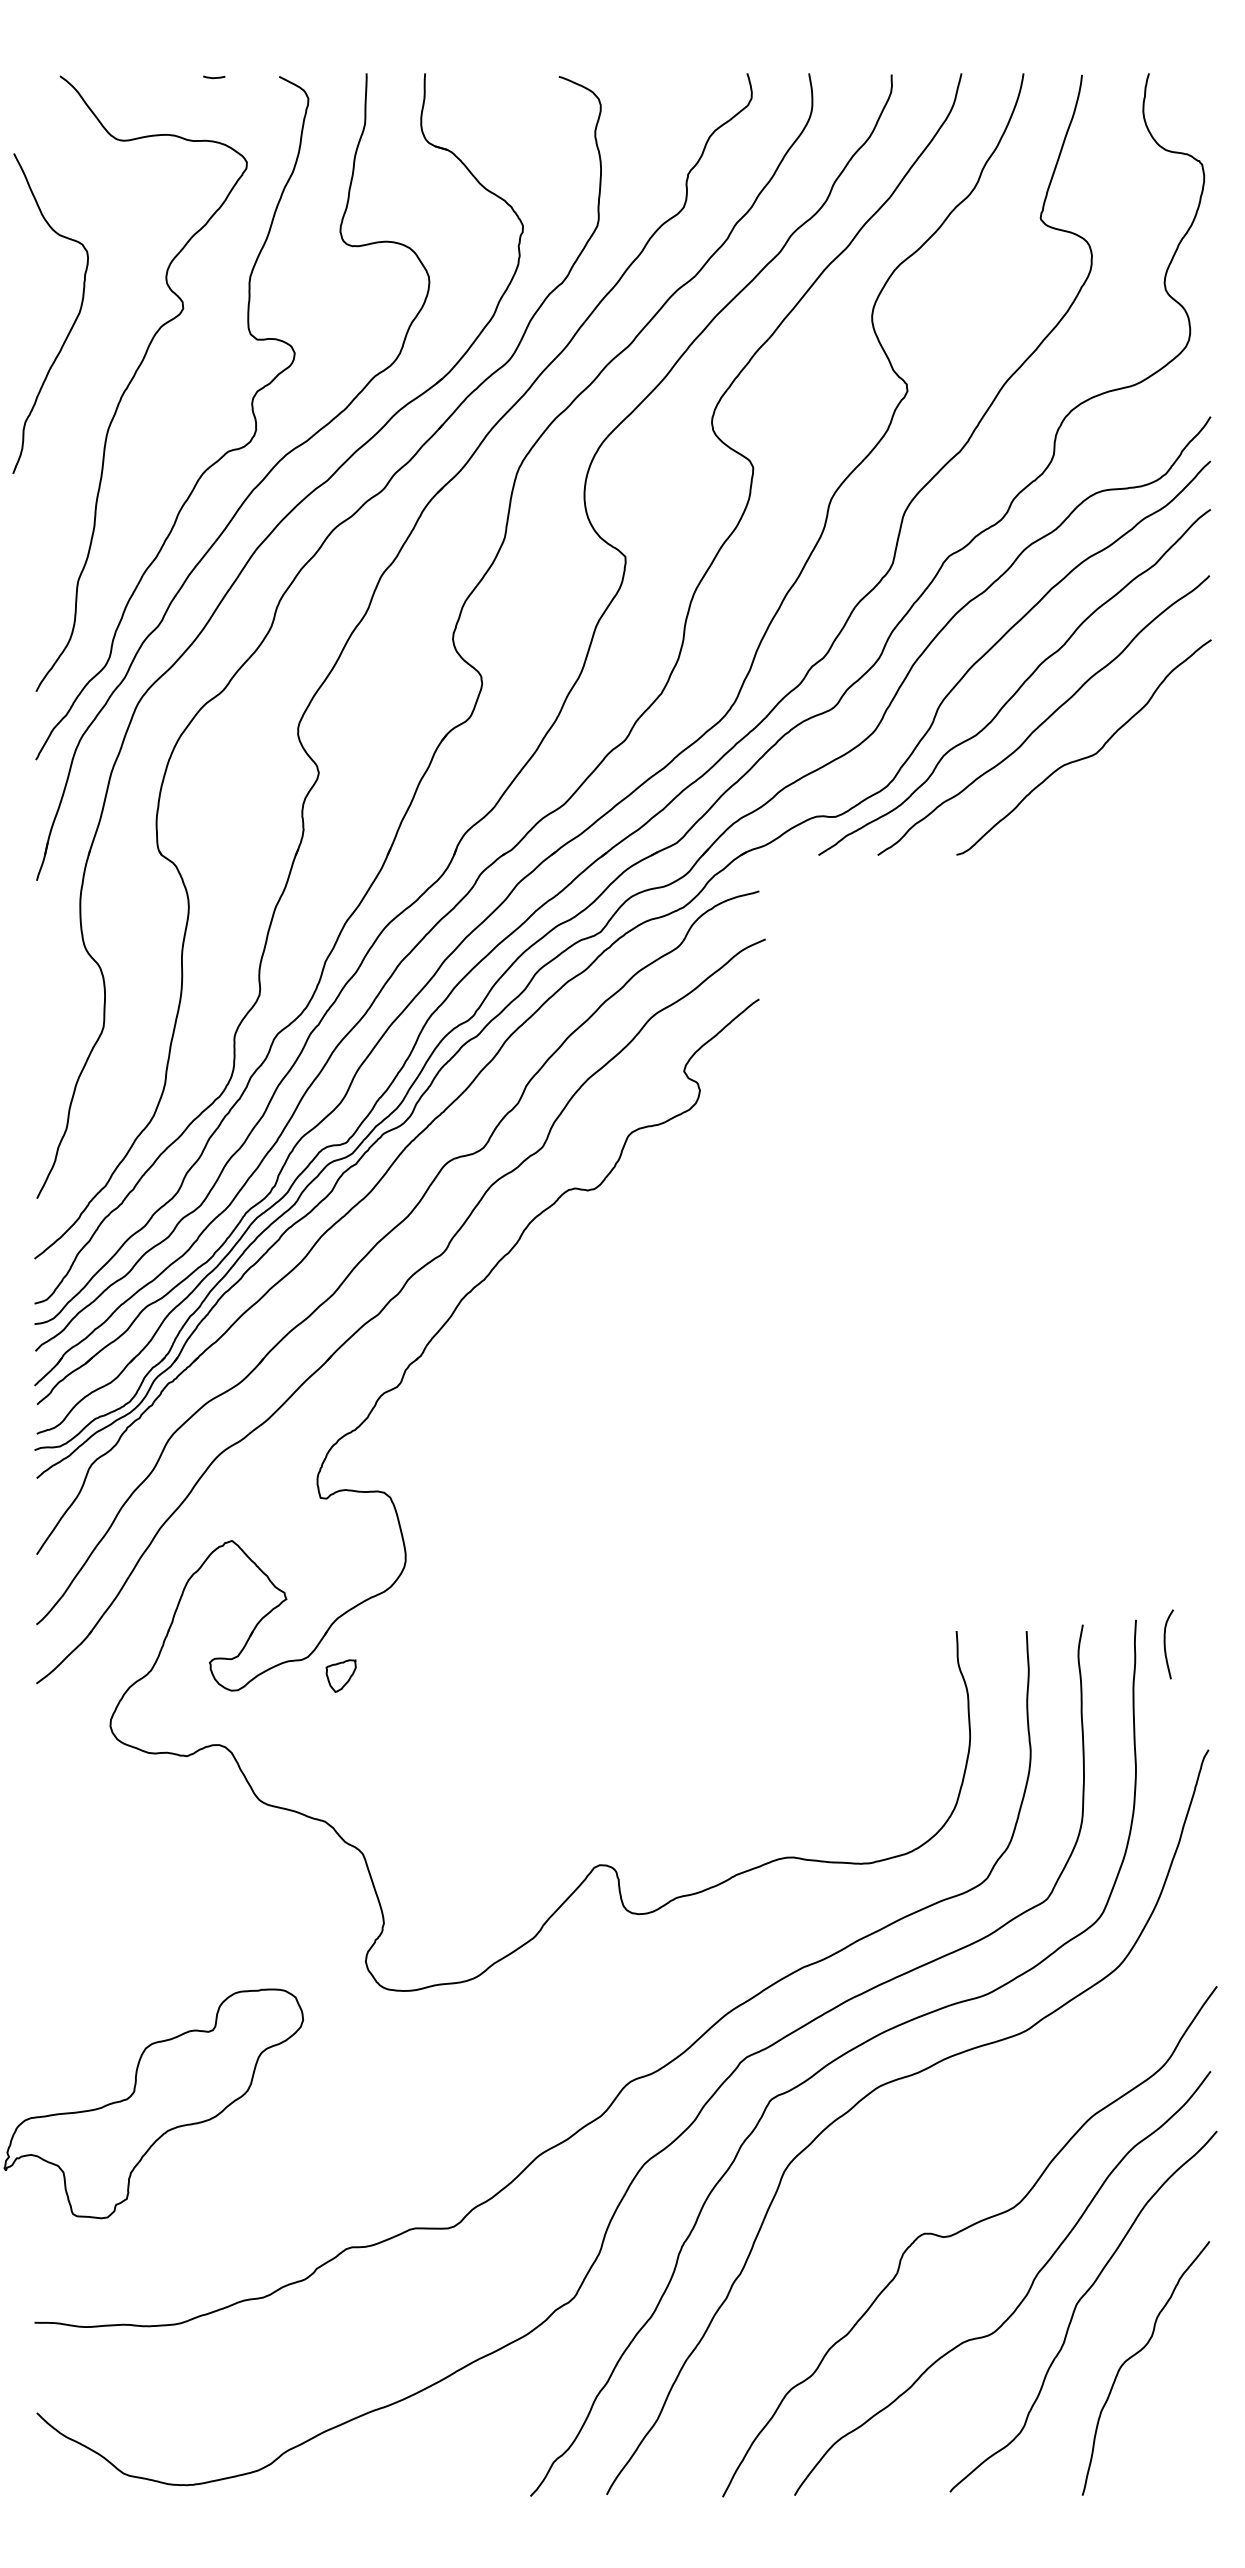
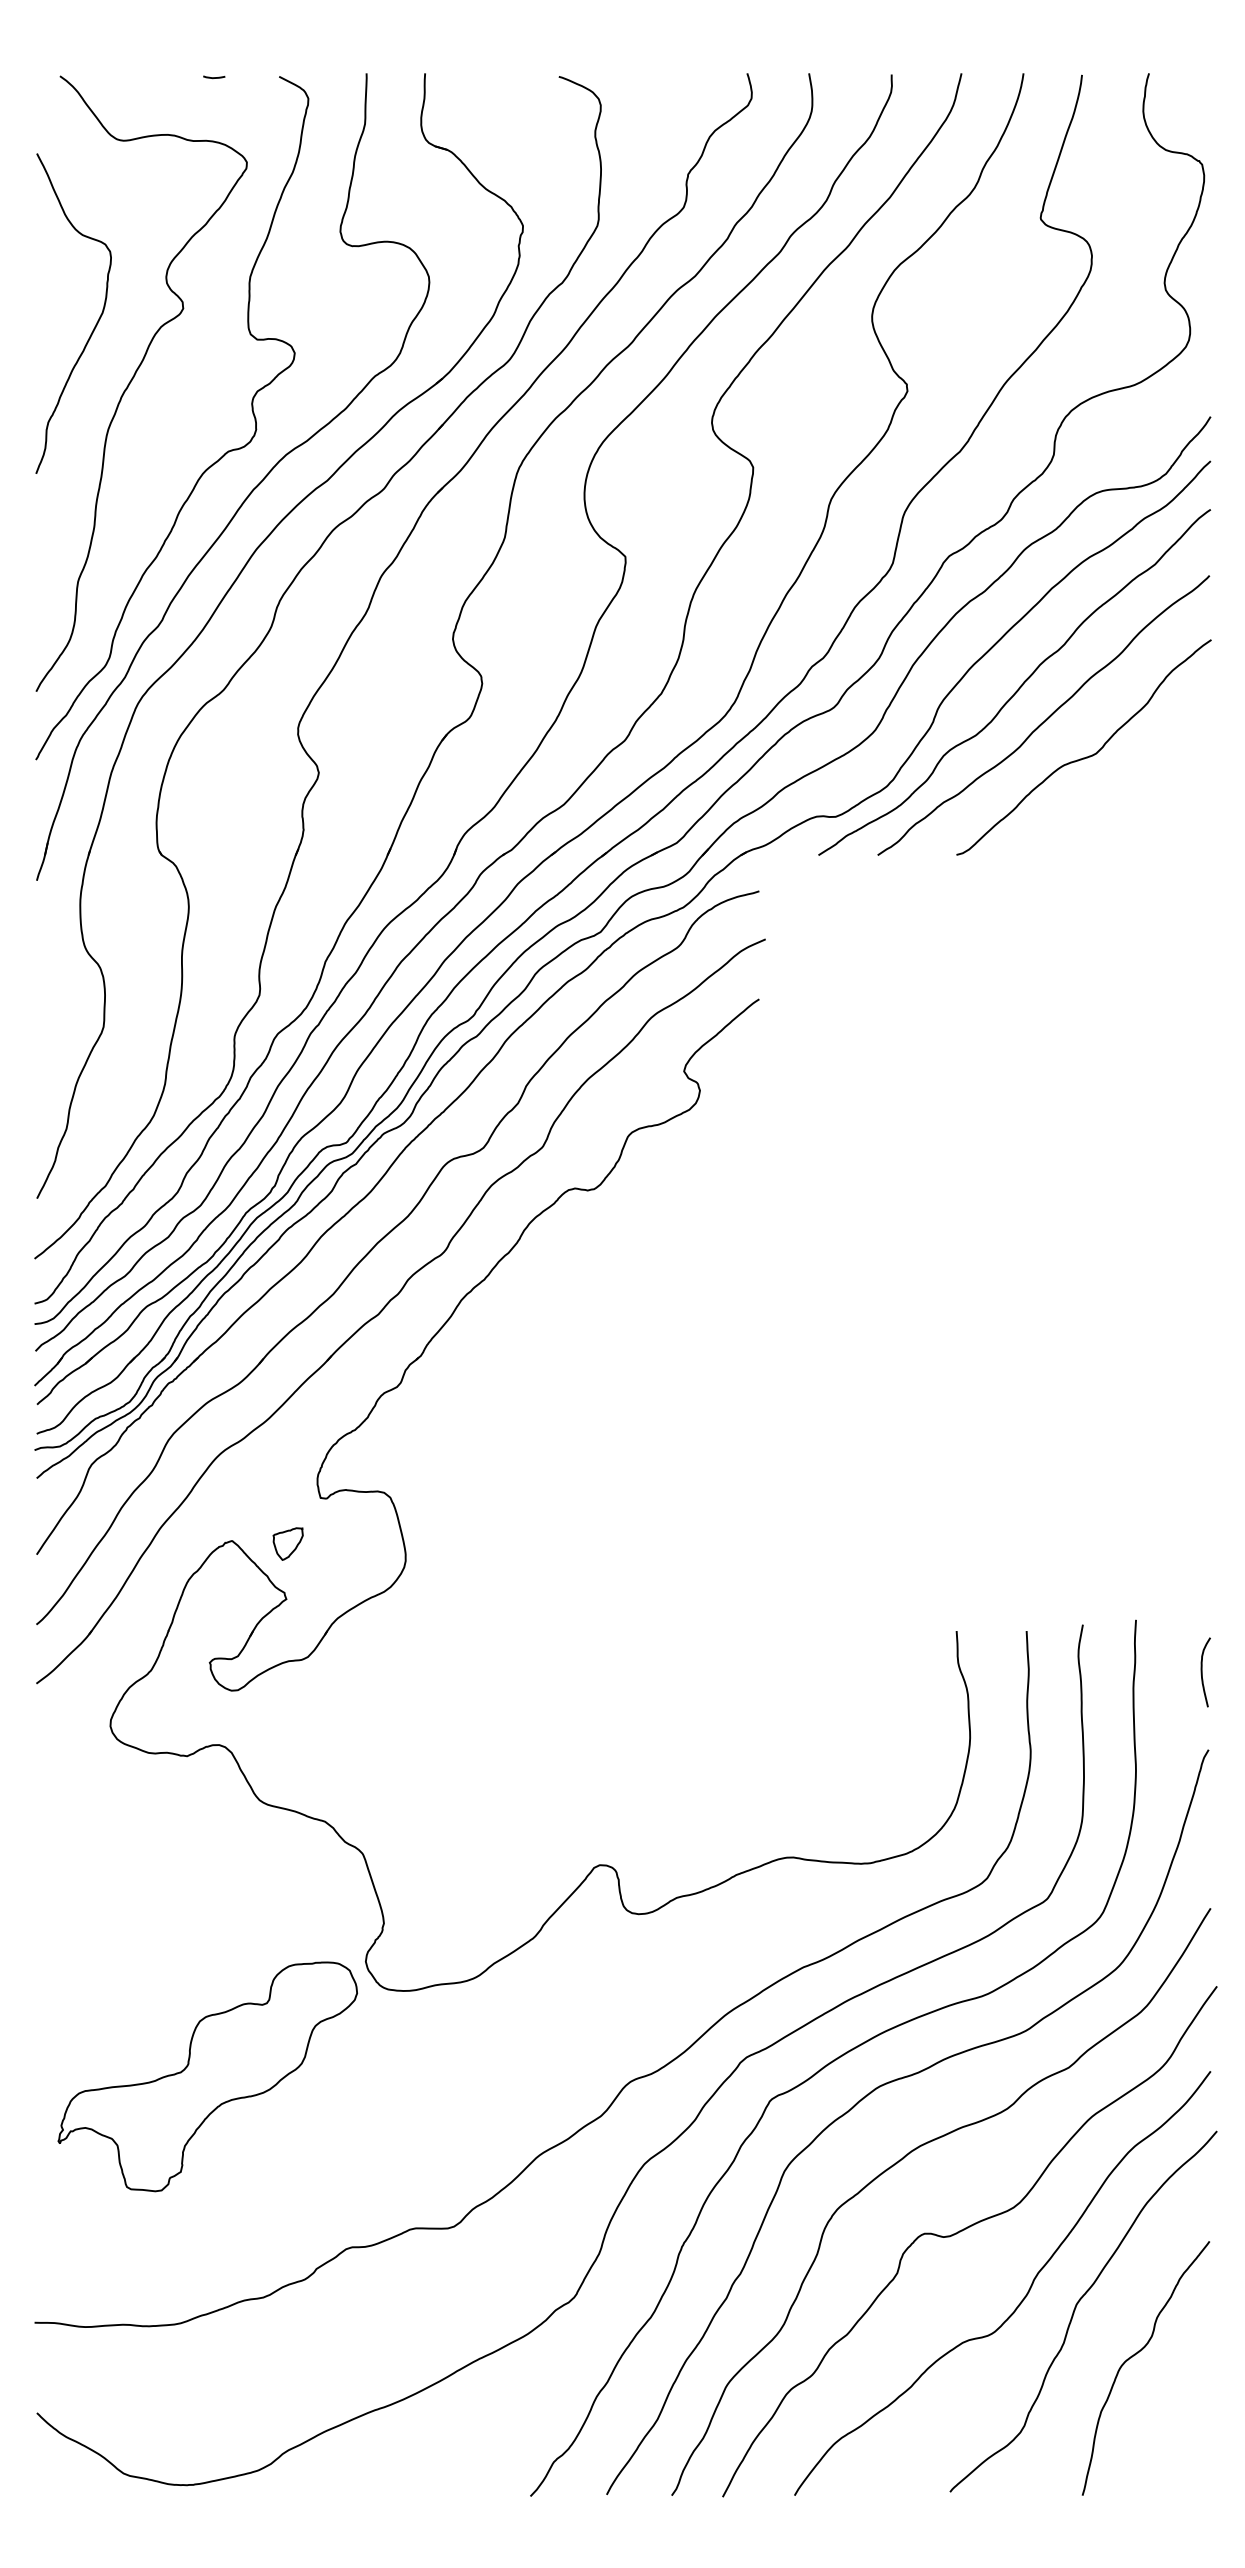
curve at (72, 324) position: (72, 324) -> (95, 324)
curve at (1165, 1644) position: (1165, 1644) -> (1202, 1672)
part at (340, 1675) position: (340, 1675) -> (287, 1543)
part at (153, 2103) position: (153, 2103) -> (207, 2076)
curve at (903, 2159): none -> present
